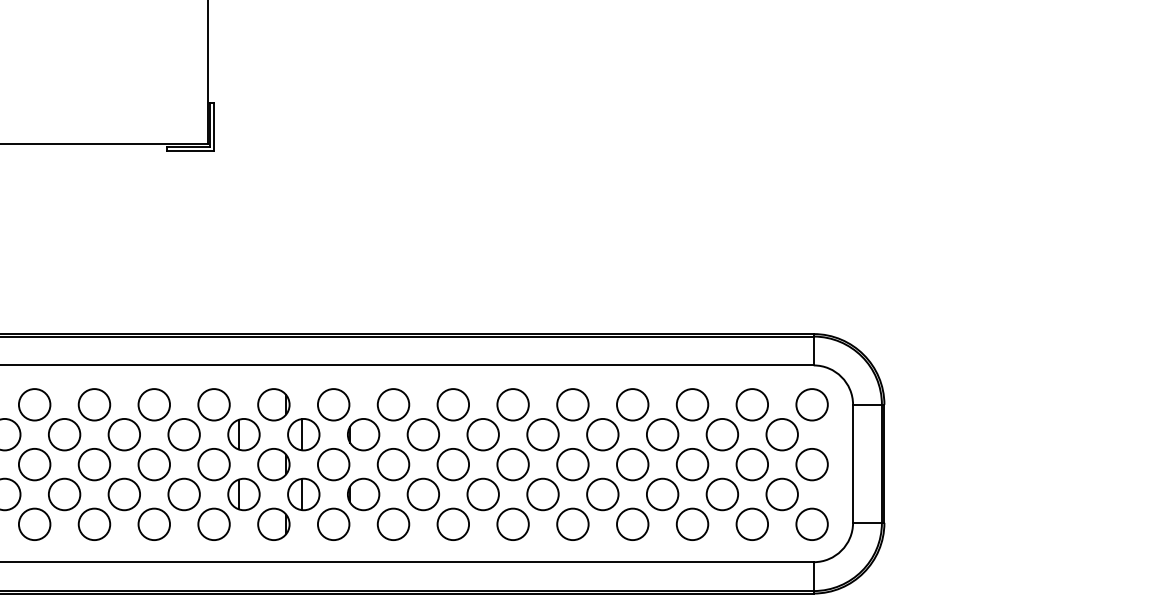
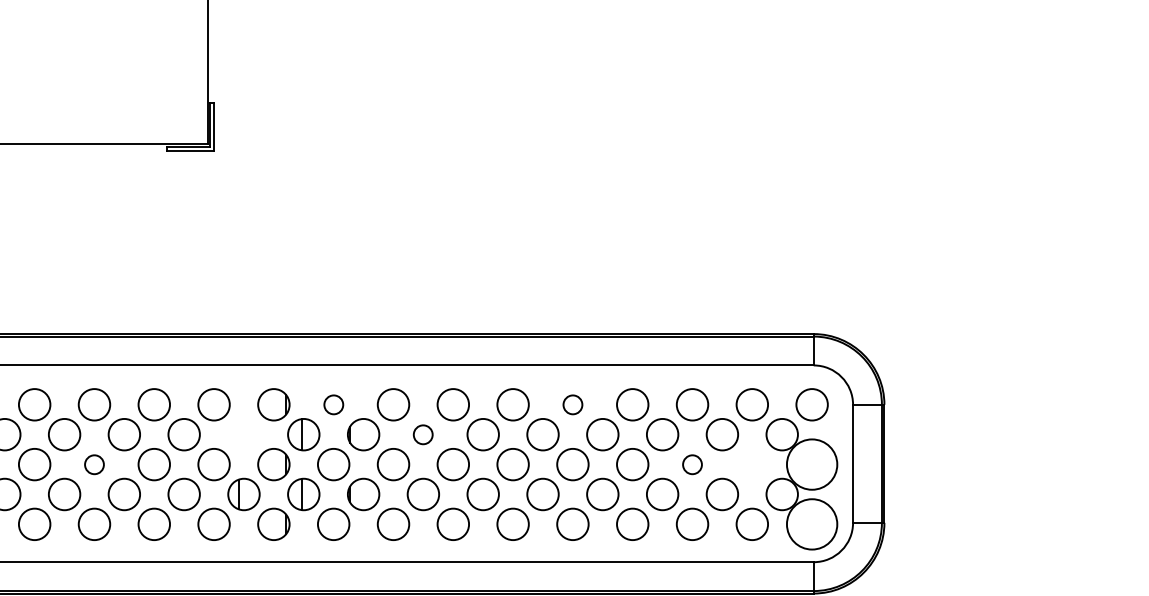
circle at (333, 404) size: 34x34 px -> 22x22 px
circle at (572, 404) size: 34x34 px -> 22x22 px
part at (243, 434): present -> none
circle at (422, 434) size: 34x34 px -> 22x22 px
circle at (94, 464) size: 35x34 px -> 21x22 px
circle at (692, 464) size: 35x34 px -> 21x22 px
circle at (751, 464): present -> none
circle at (811, 464) diameter: 31 px -> 50 px
circle at (811, 524) diameter: 31 px -> 50 px
